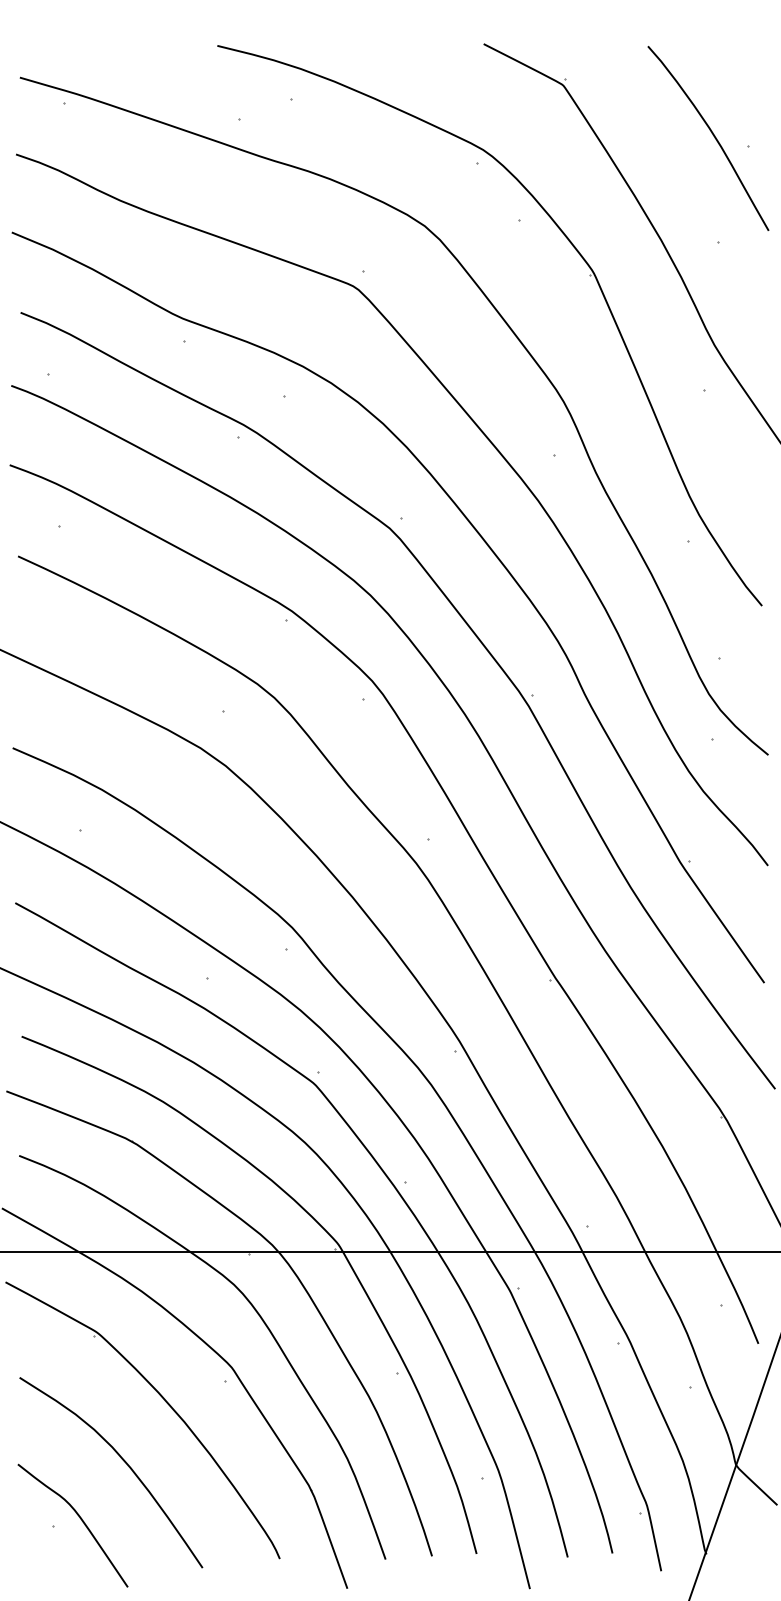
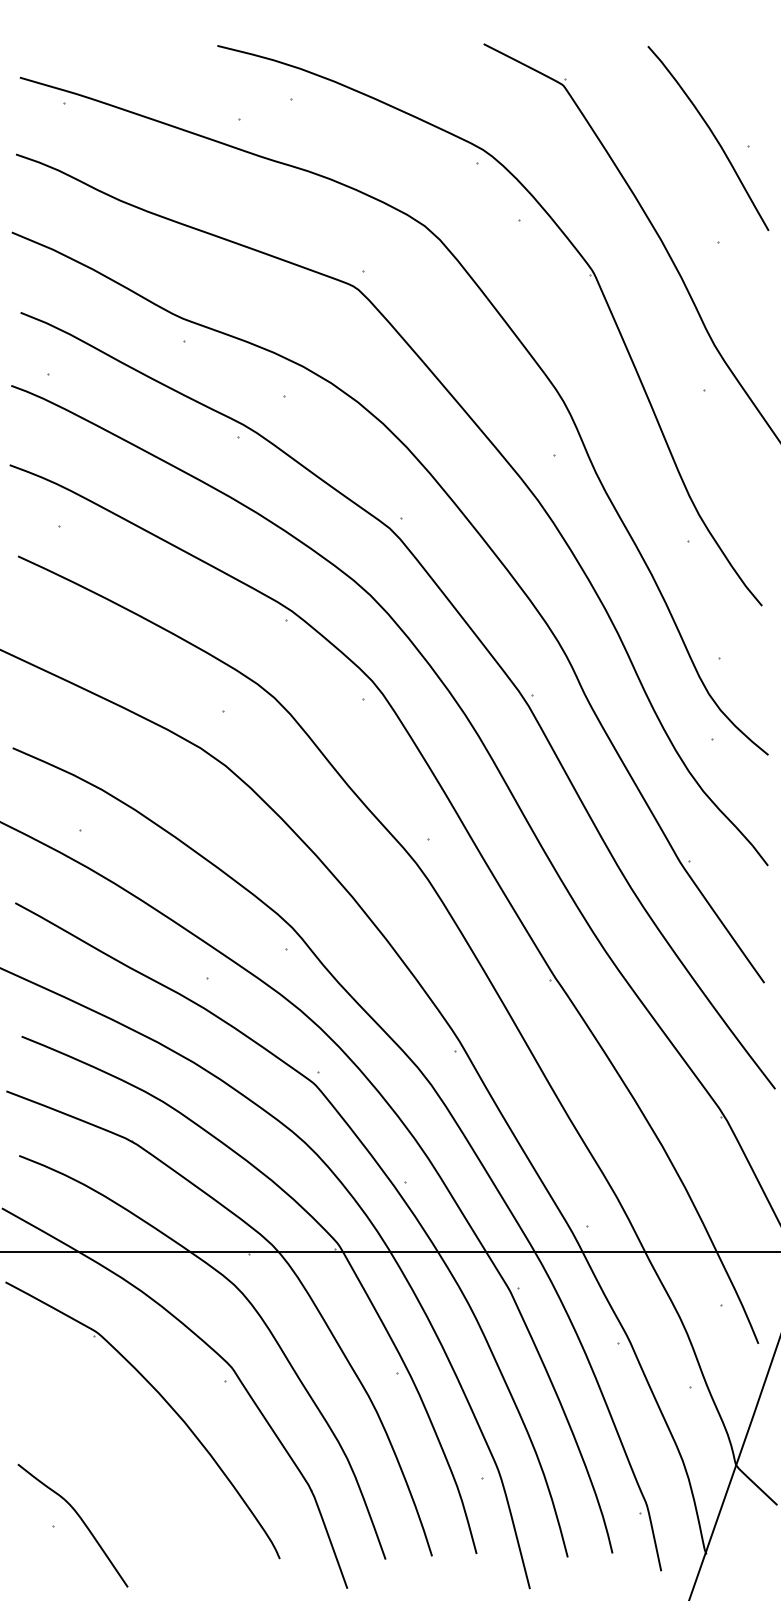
curve at (122, 1460): present -> none
